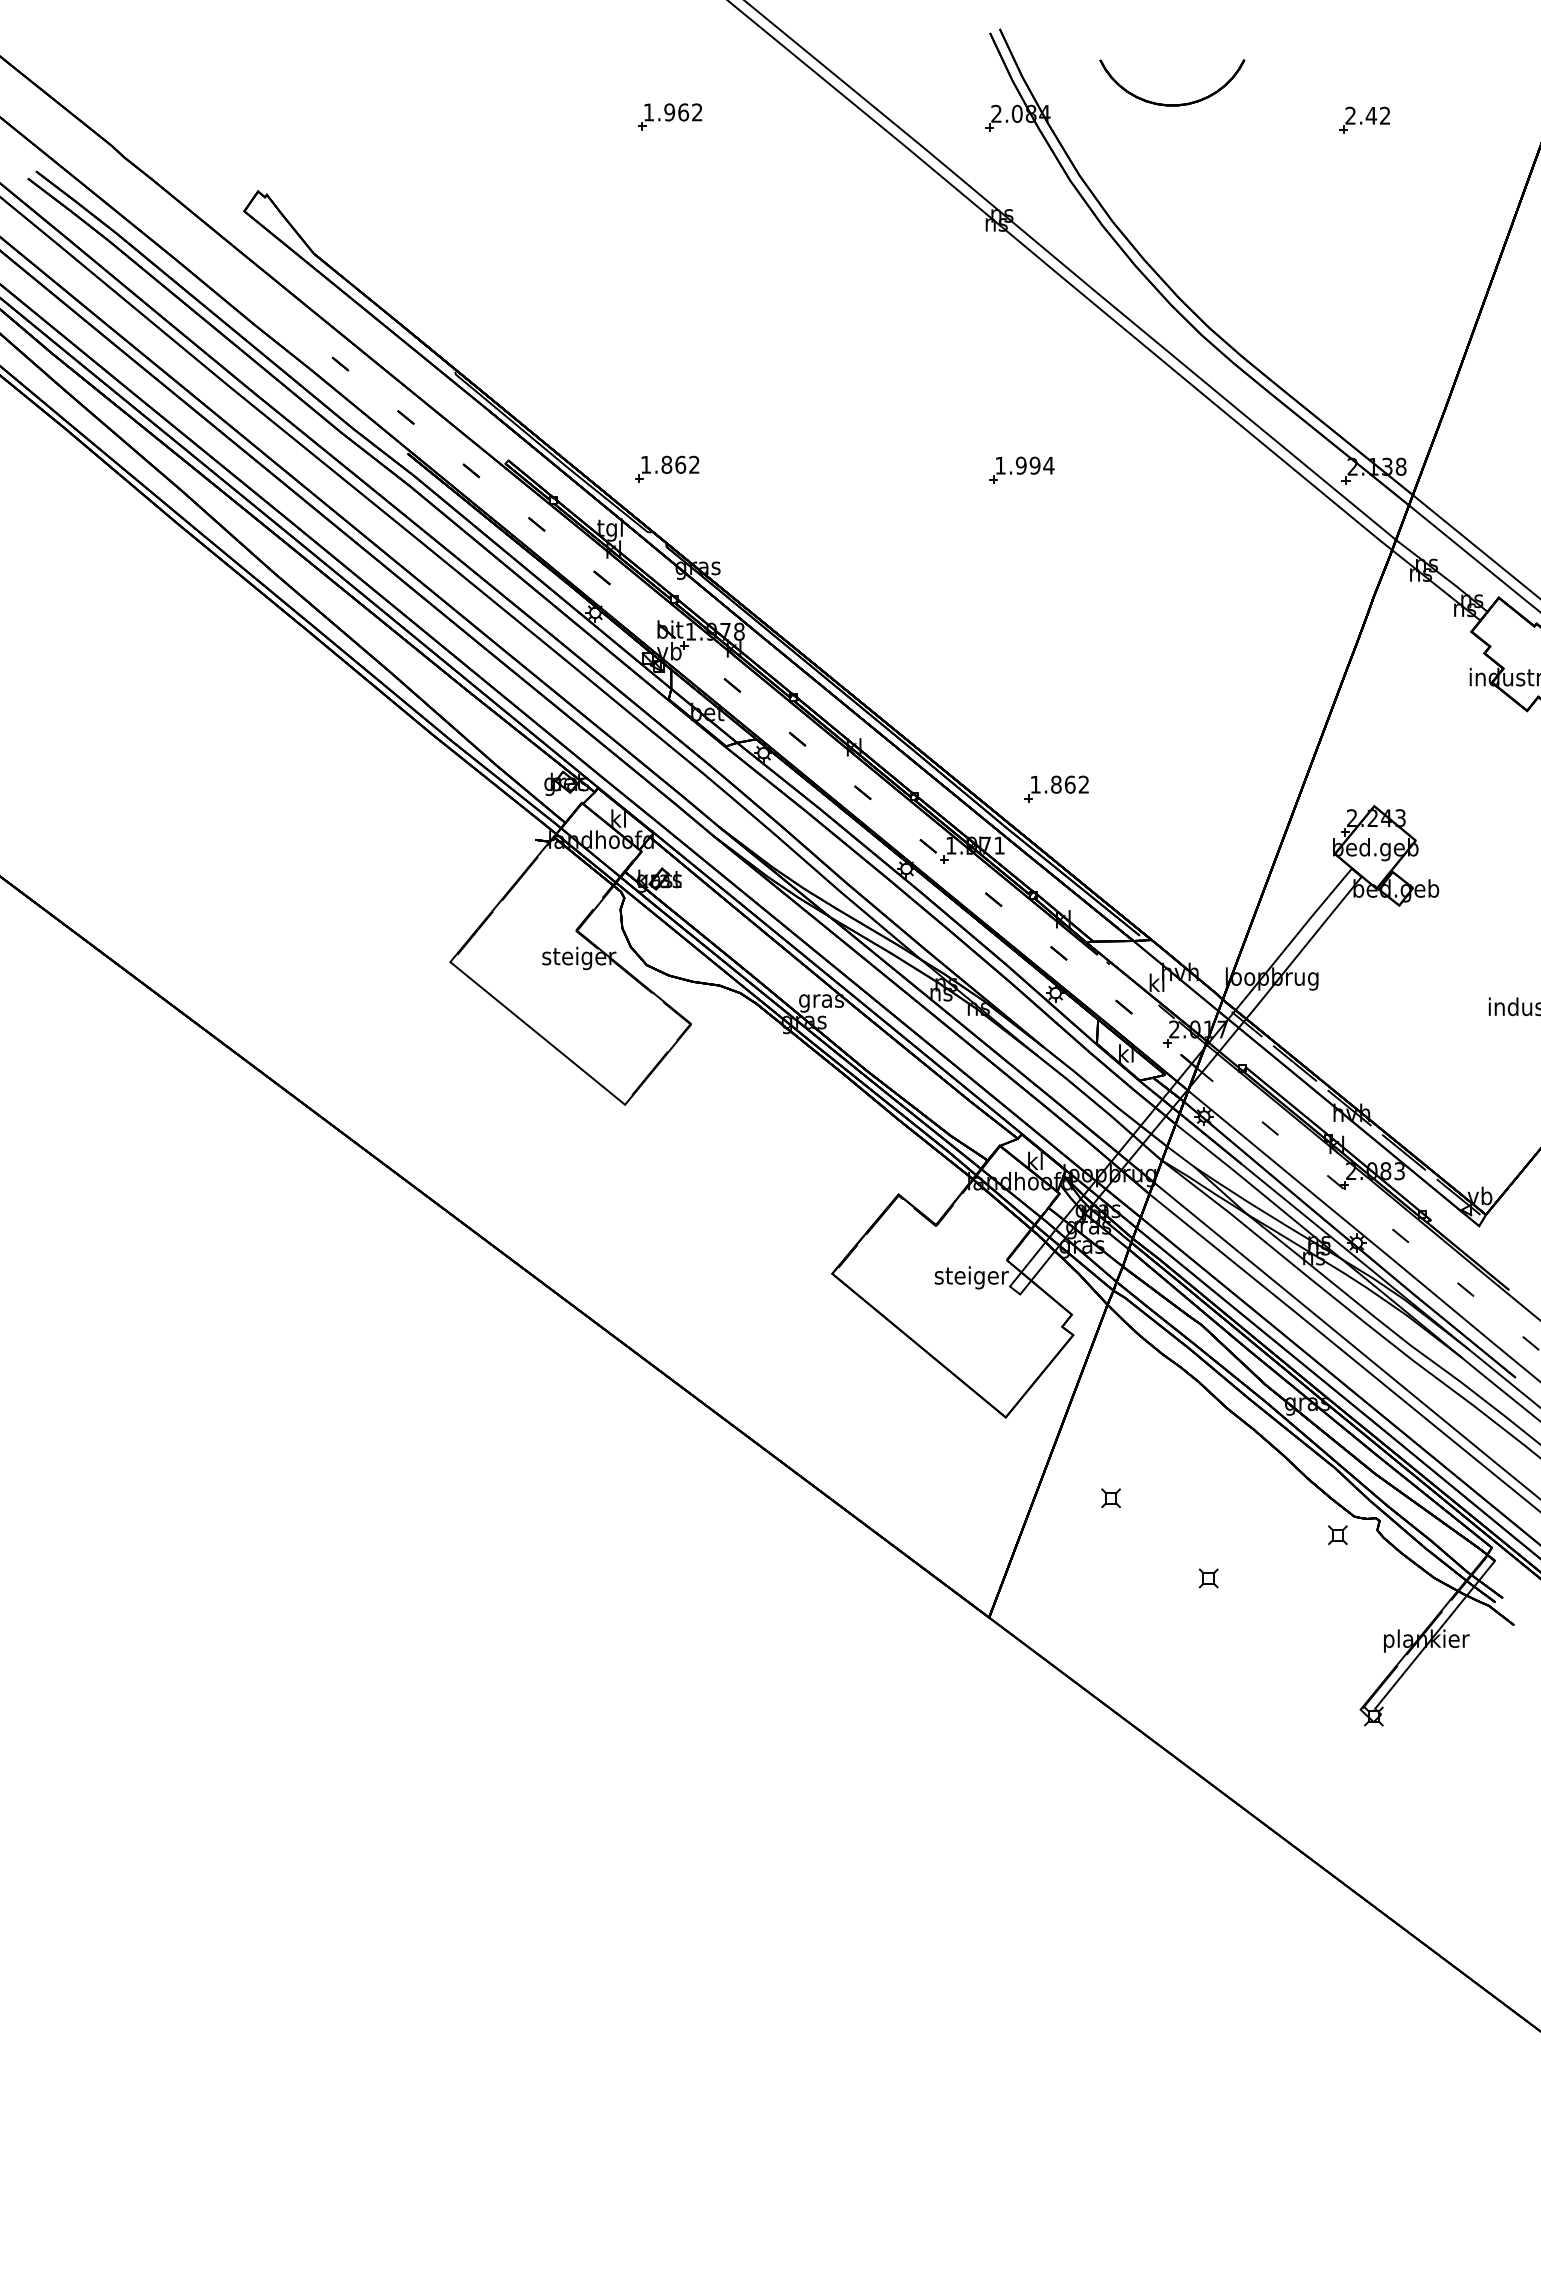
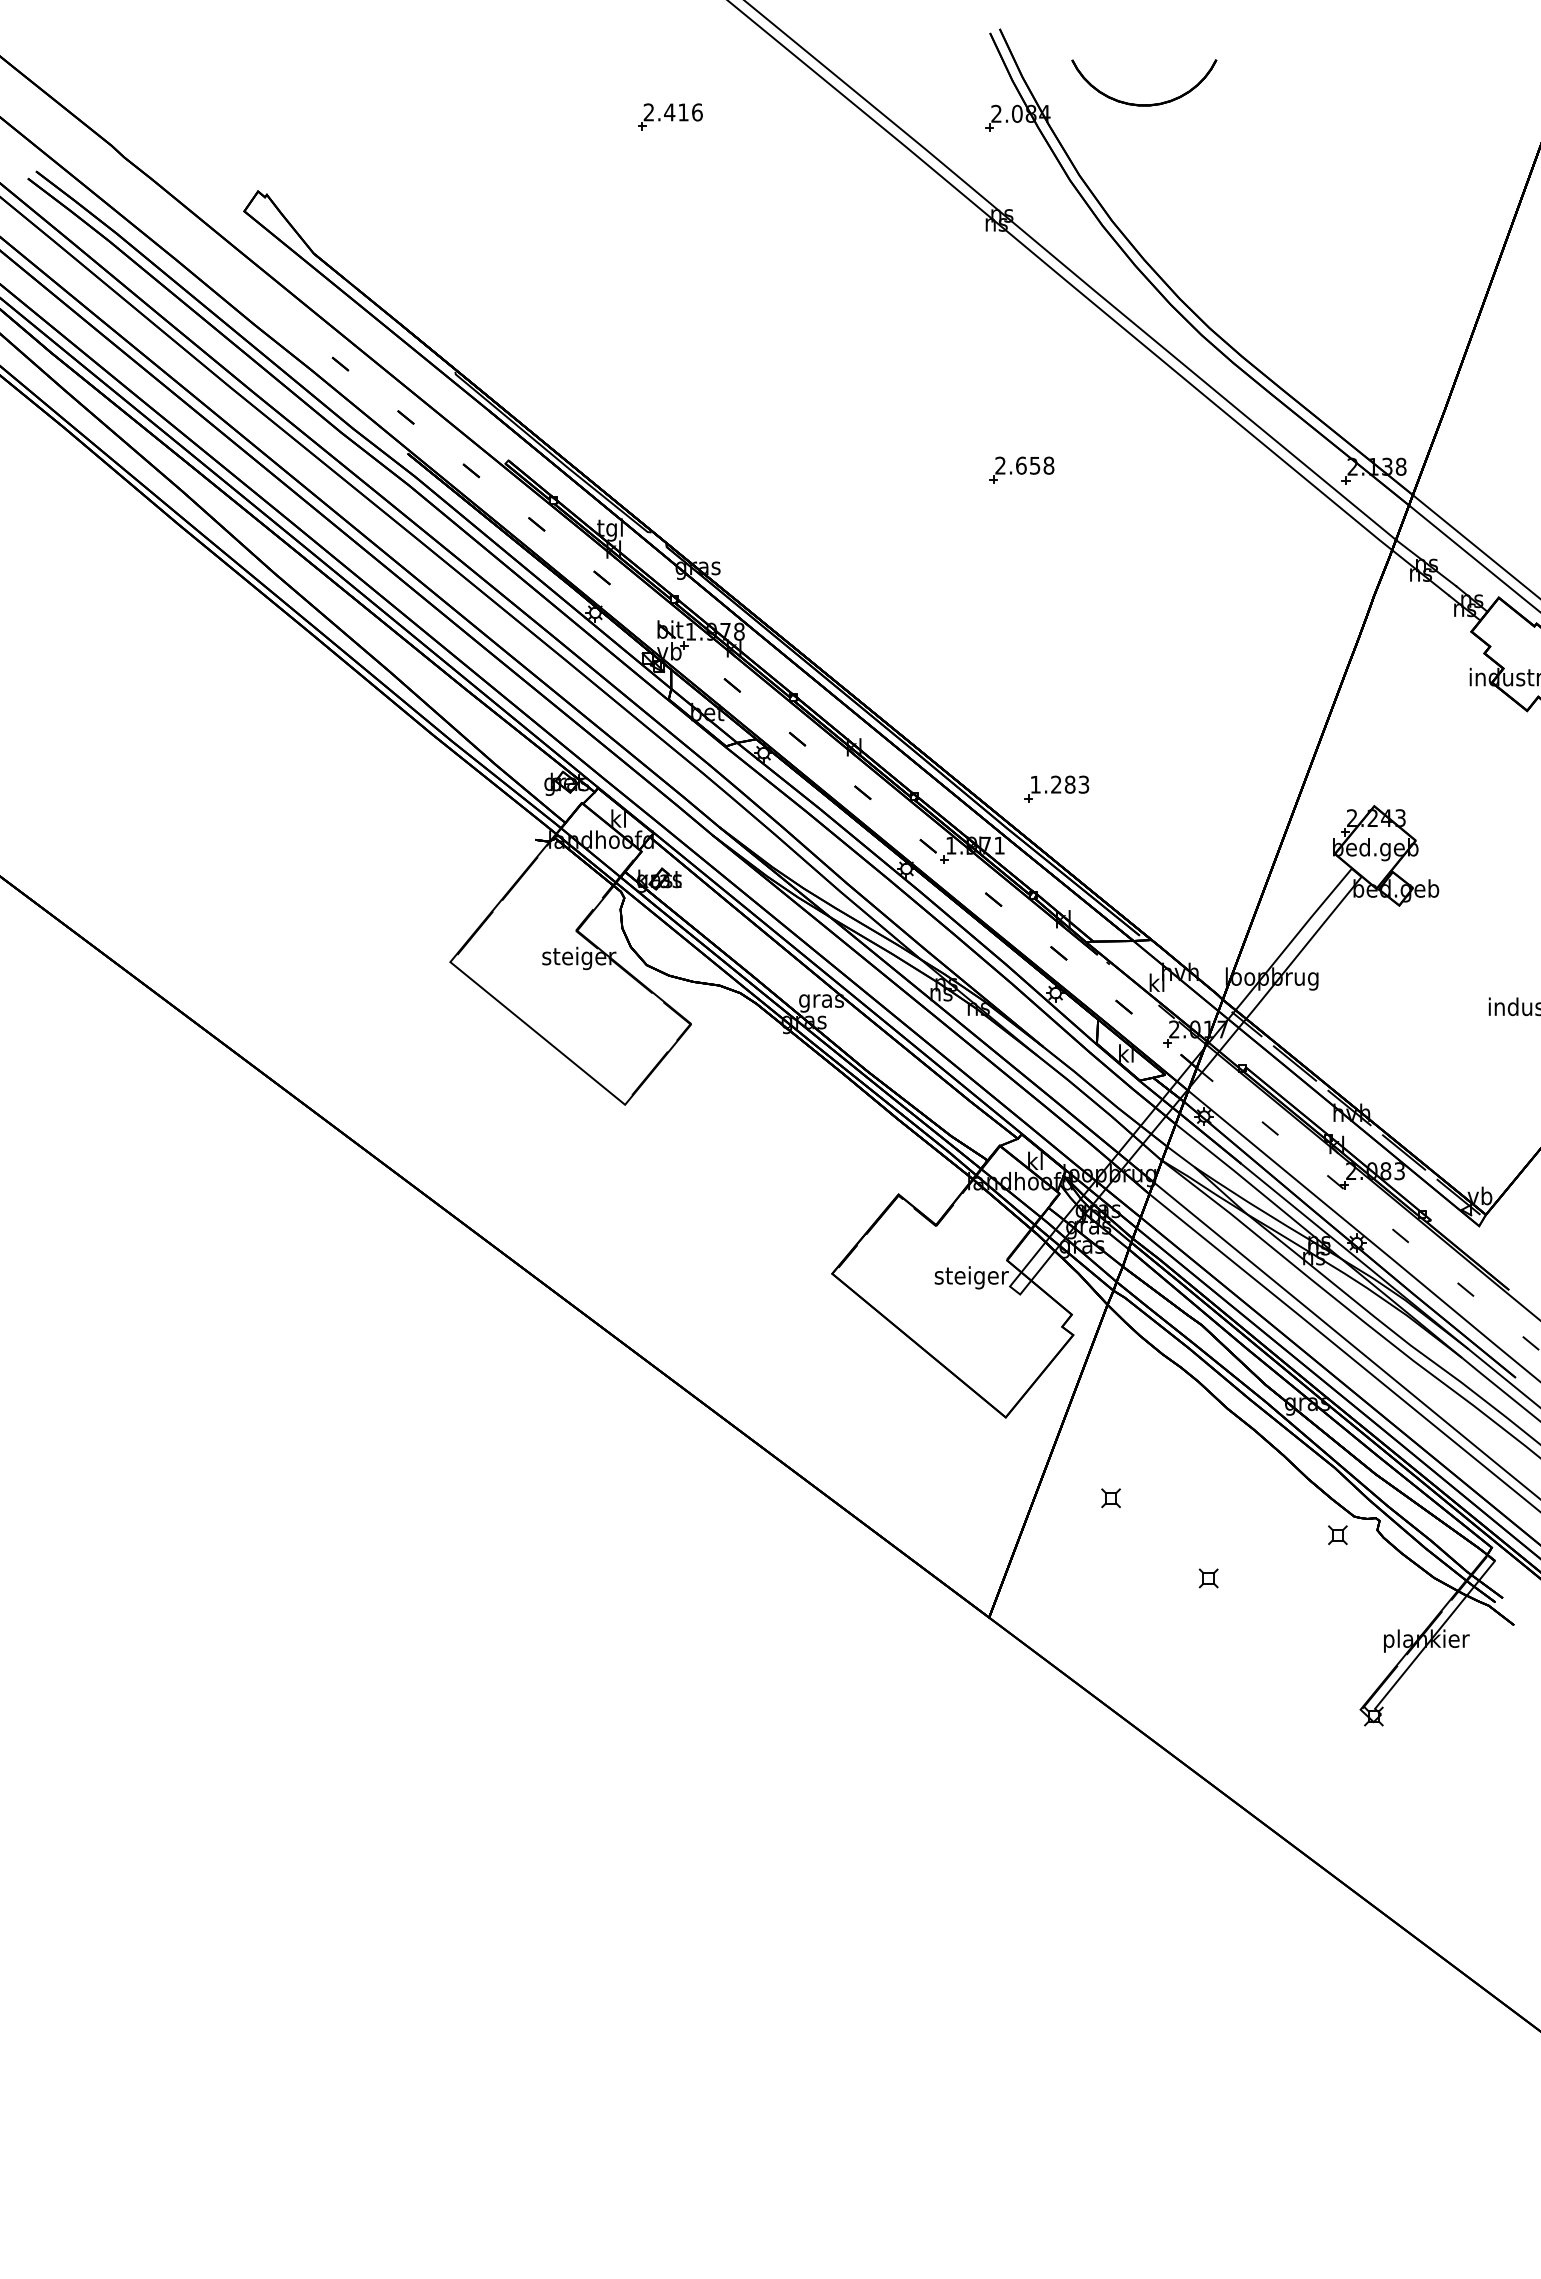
part at (1172, 104) position: (1172, 104) -> (1144, 104)
text at (672, 112): 1.962 -> 2.416
part at (1364, 119): present -> none
text at (1024, 465): 1.994 -> 2.658
part at (667, 468): present -> none
text at (1070, 784): 1.862 -> 1.283
